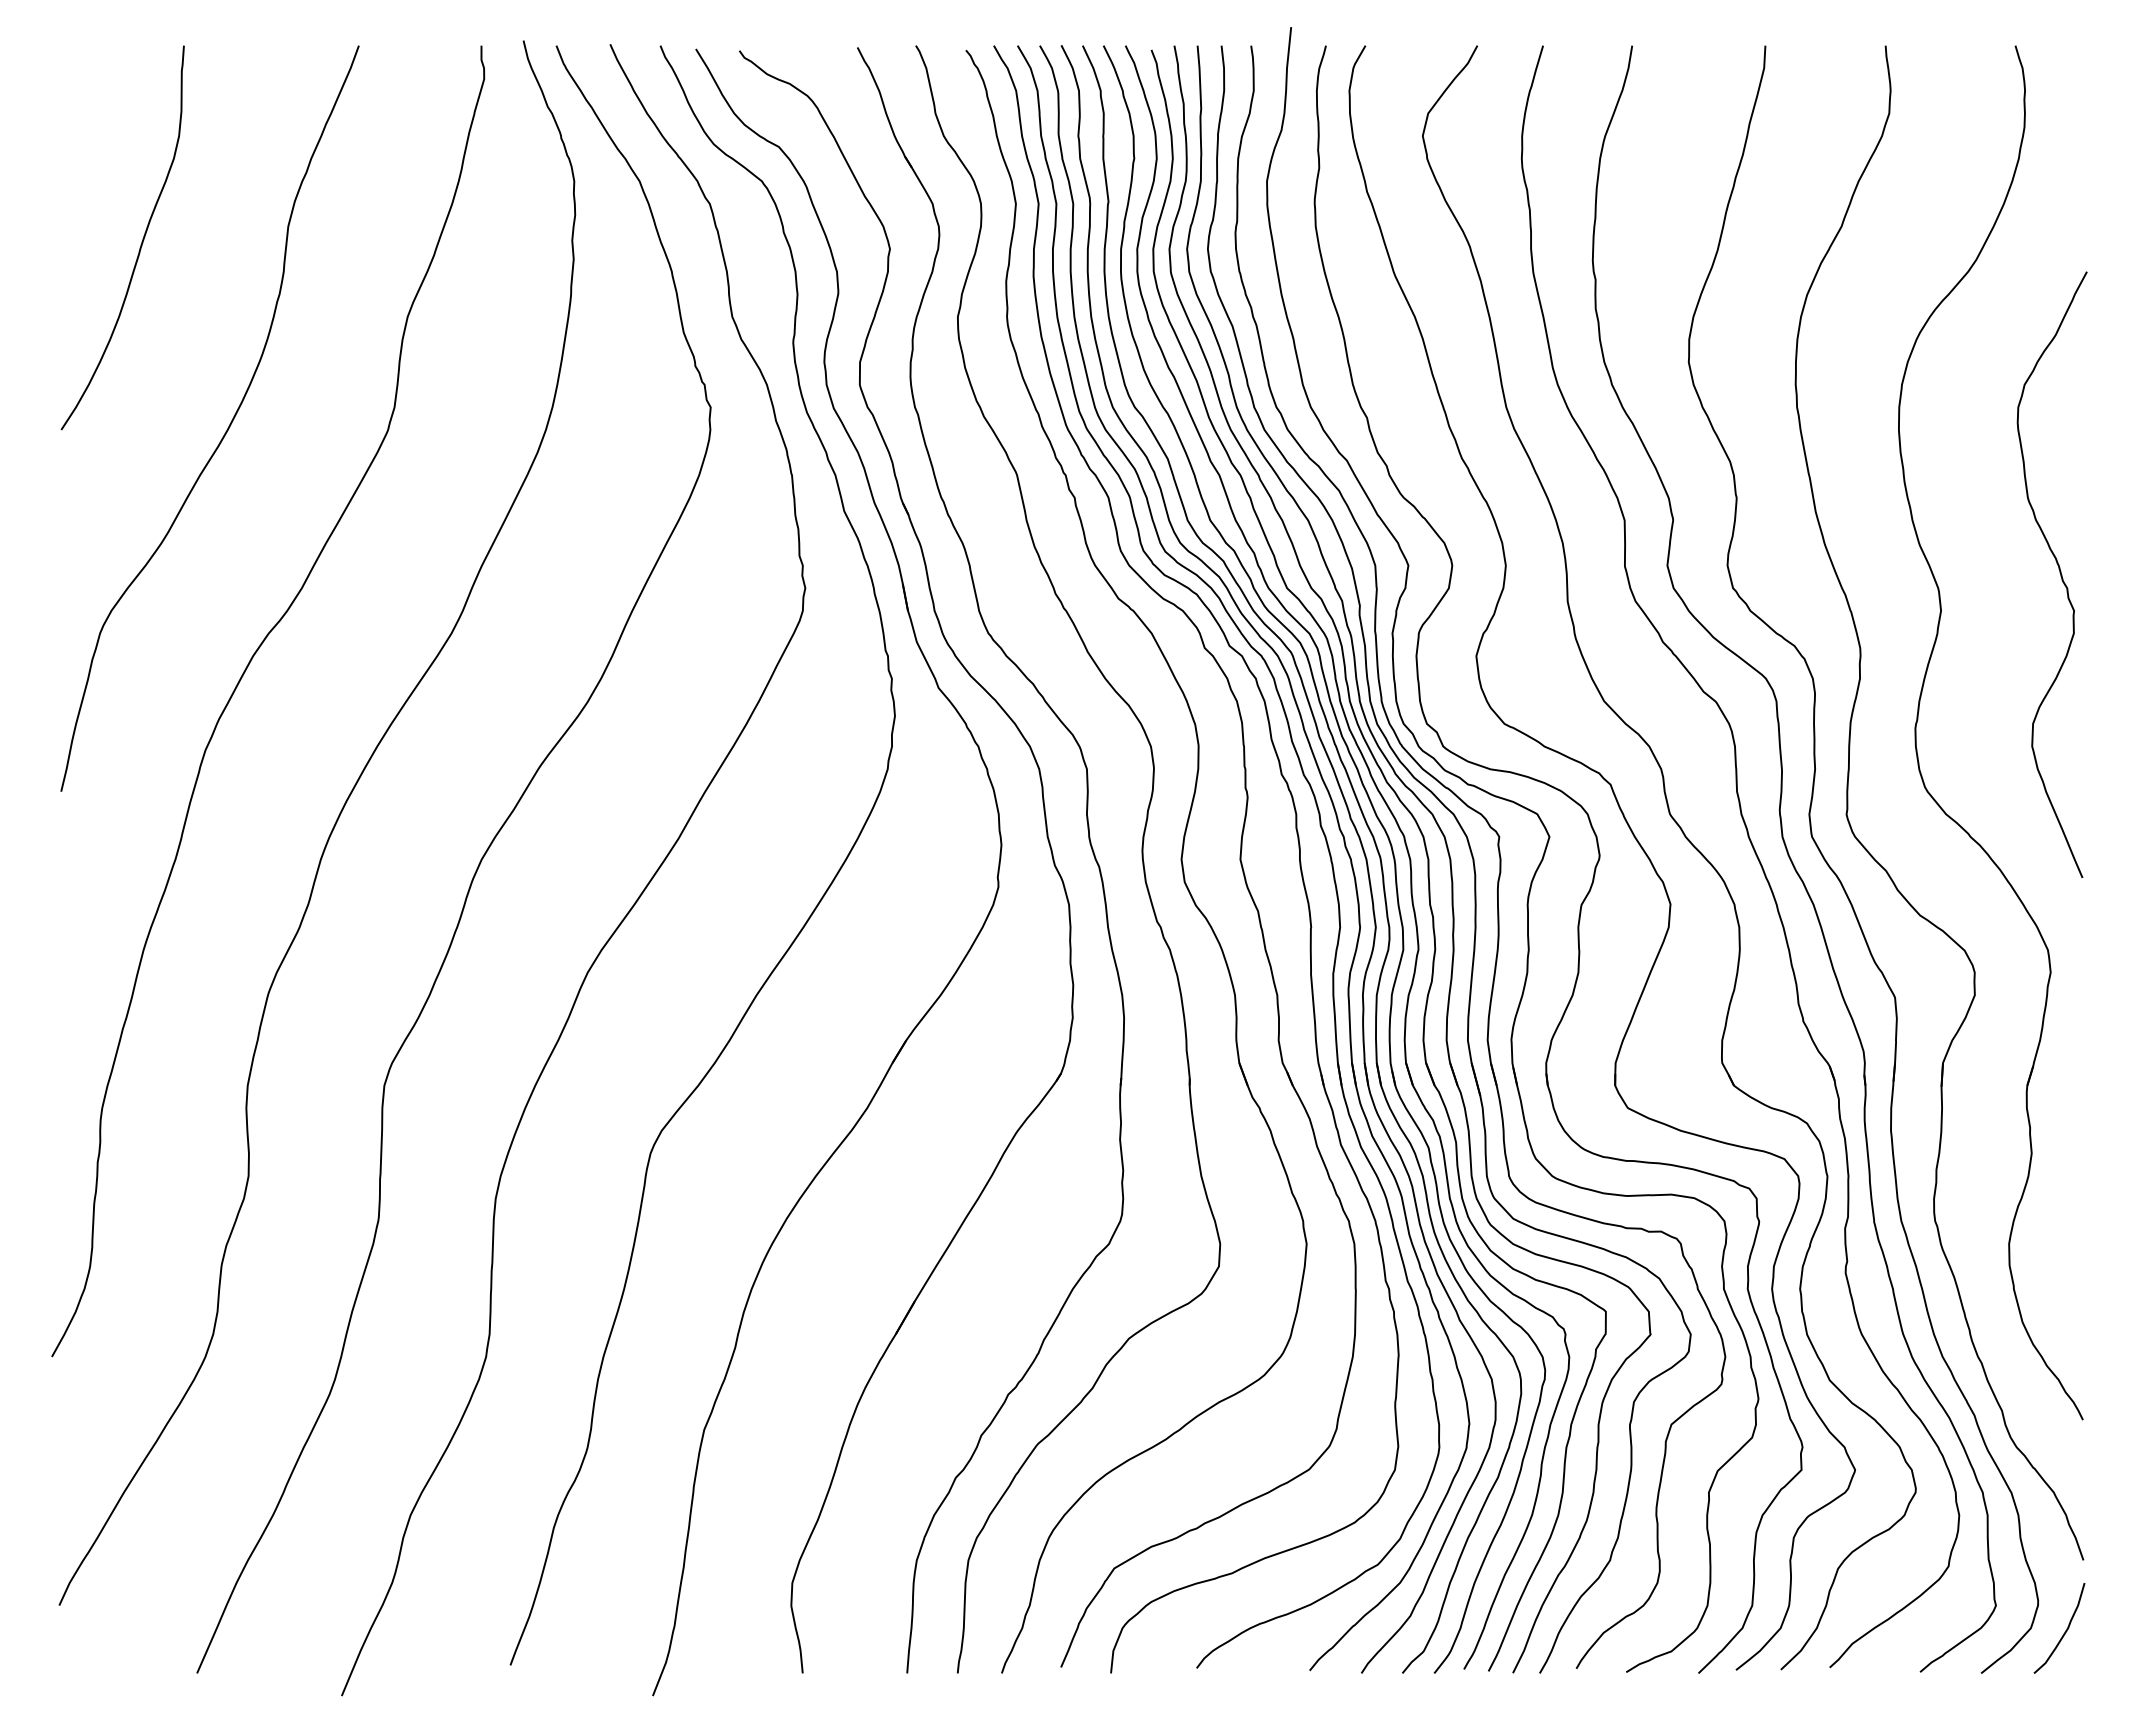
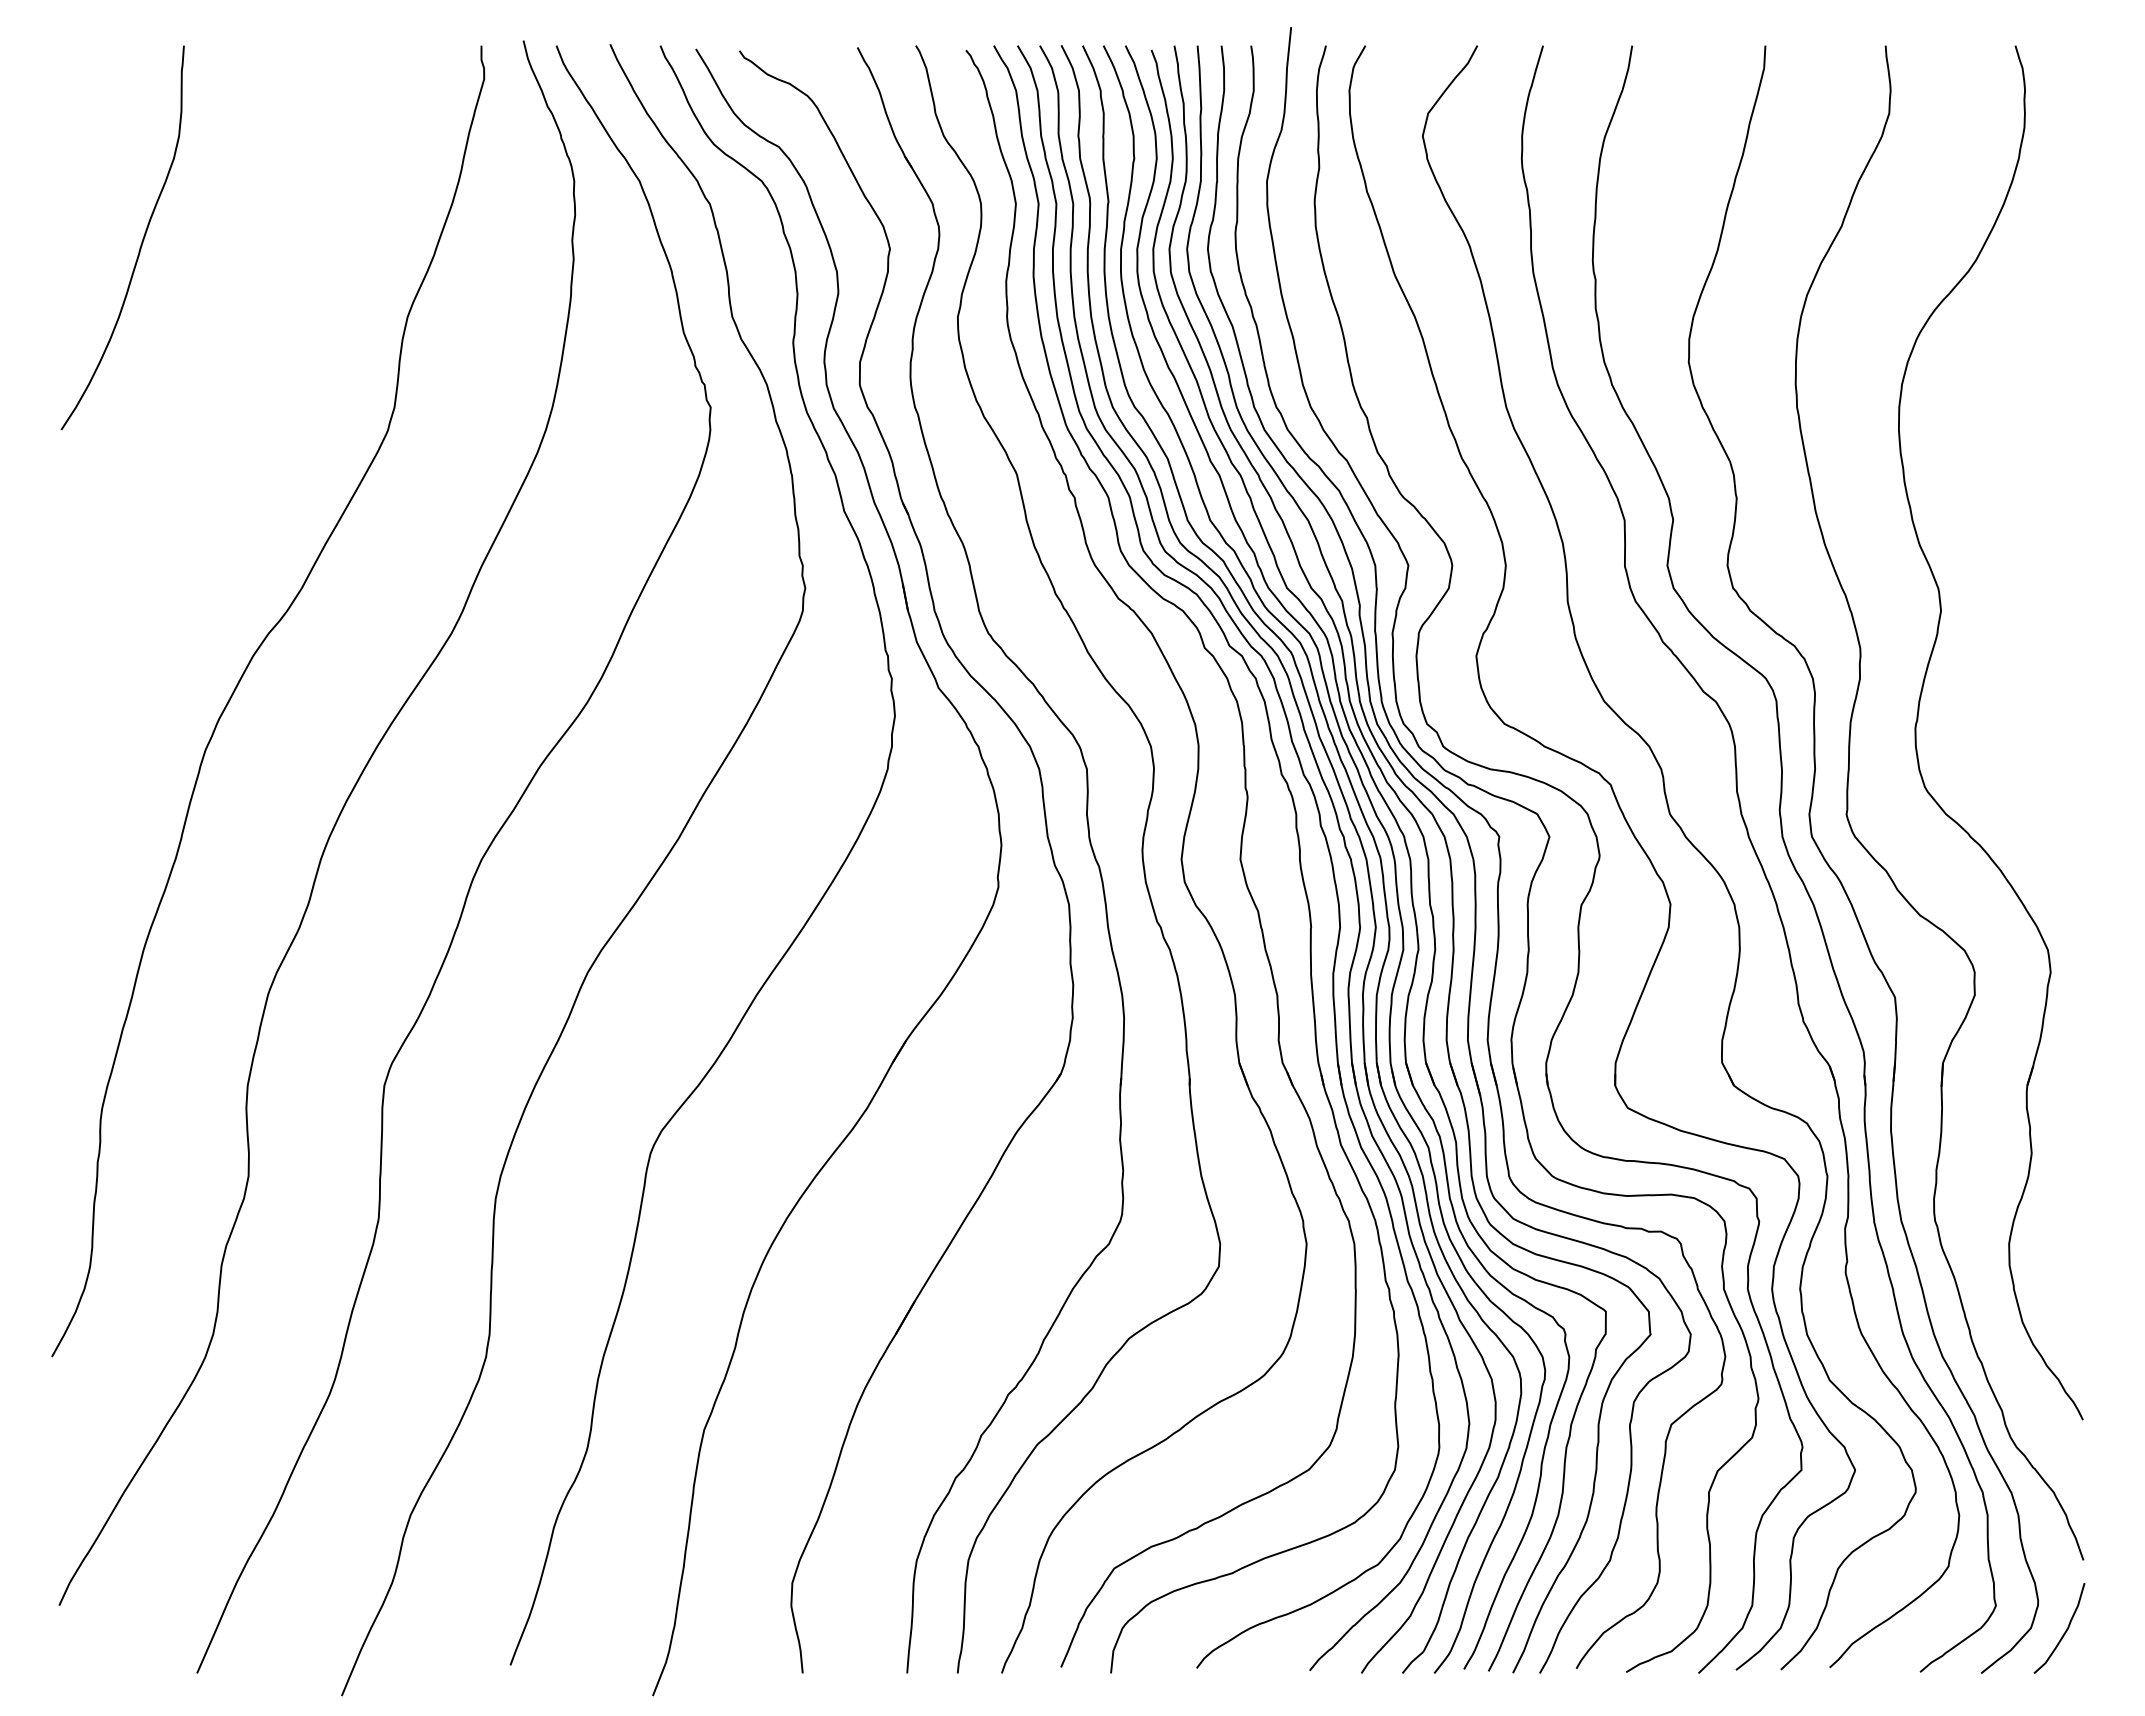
curve at (226, 429): present -> none
curve at (2059, 572): present -> none
